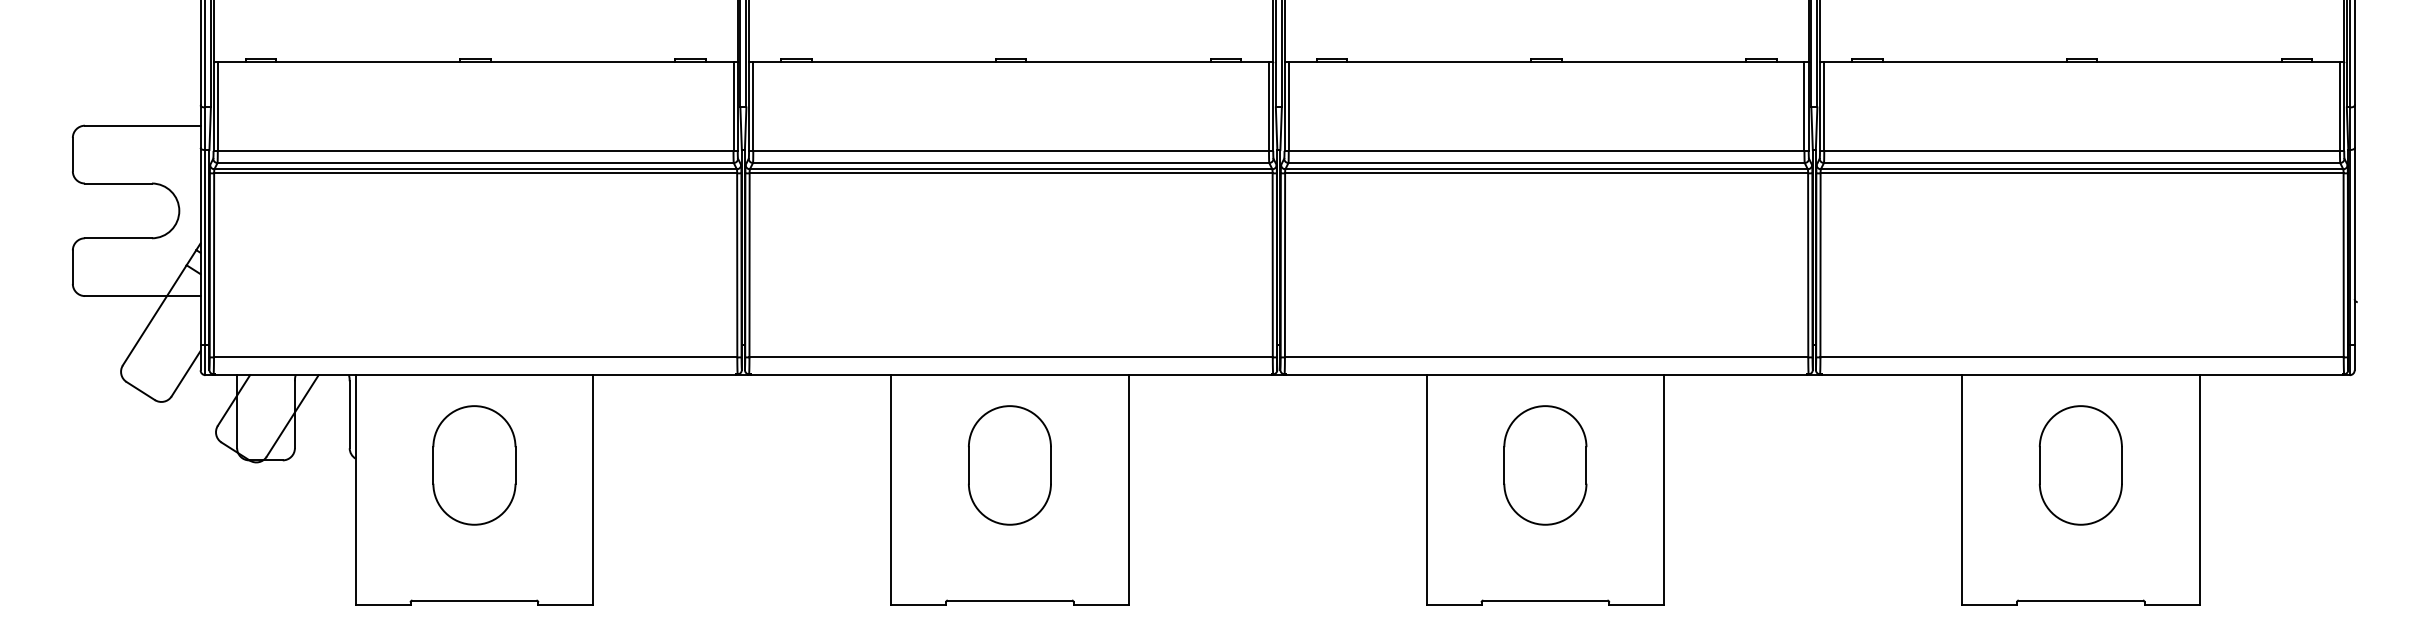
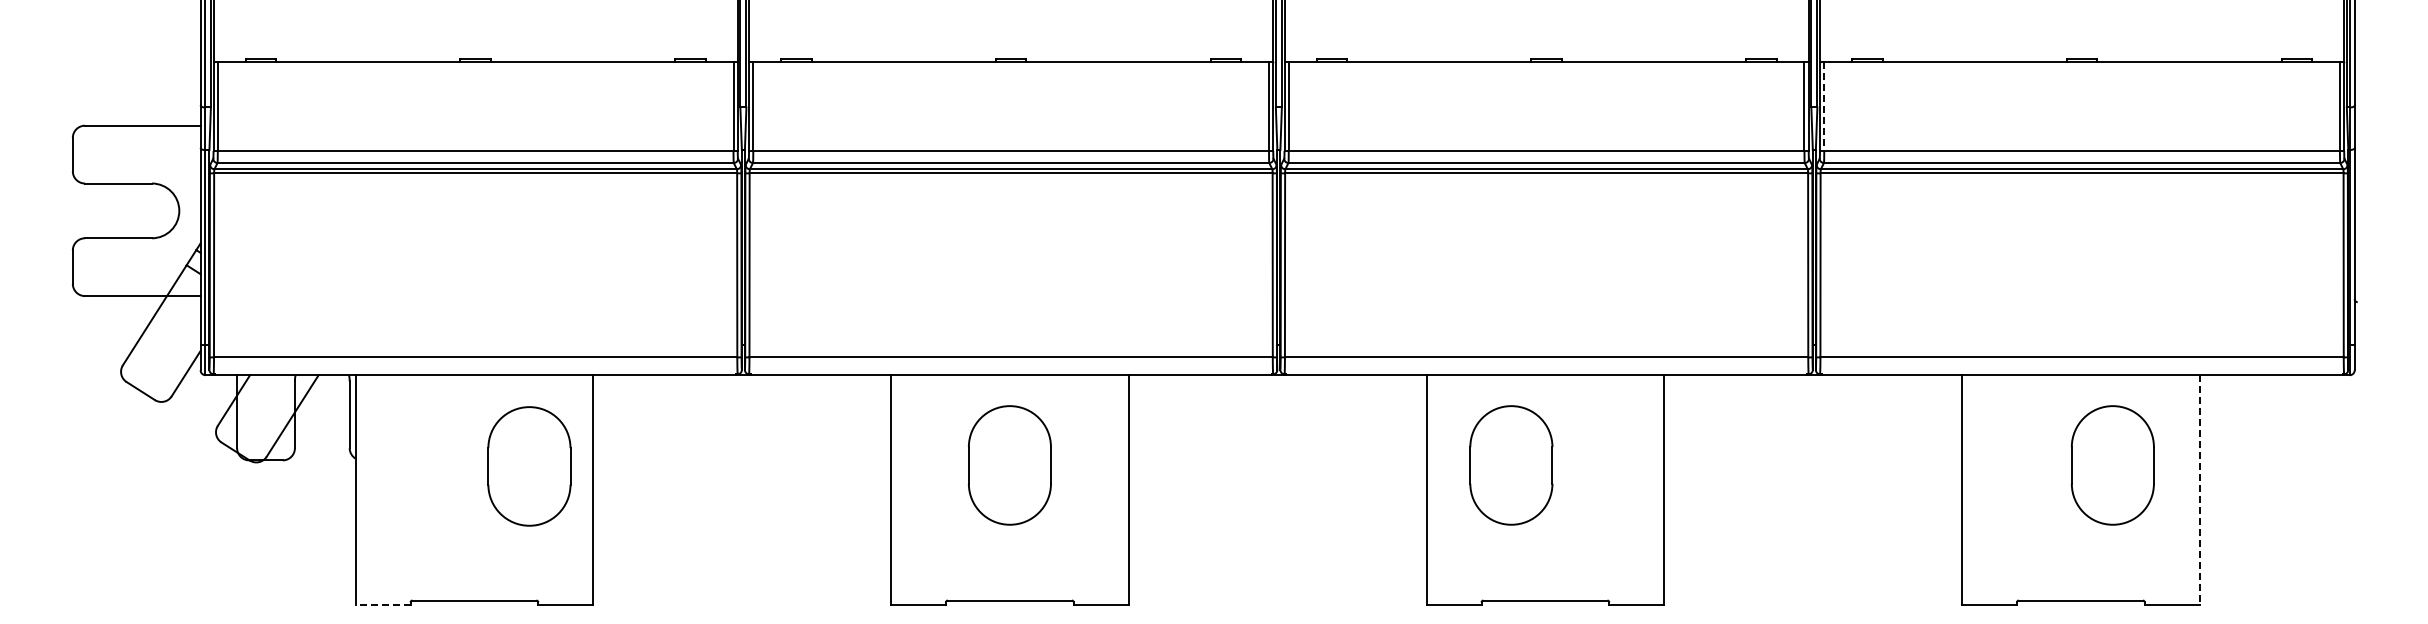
line at (1824, 107): solid -> dashed
part at (474, 465) position: (474, 465) -> (529, 466)
part at (1545, 465) position: (1545, 465) -> (1511, 465)
part at (2080, 465) position: (2080, 465) -> (2112, 465)
line at (2199, 490): solid -> dashed
line at (382, 605): solid -> dashed
